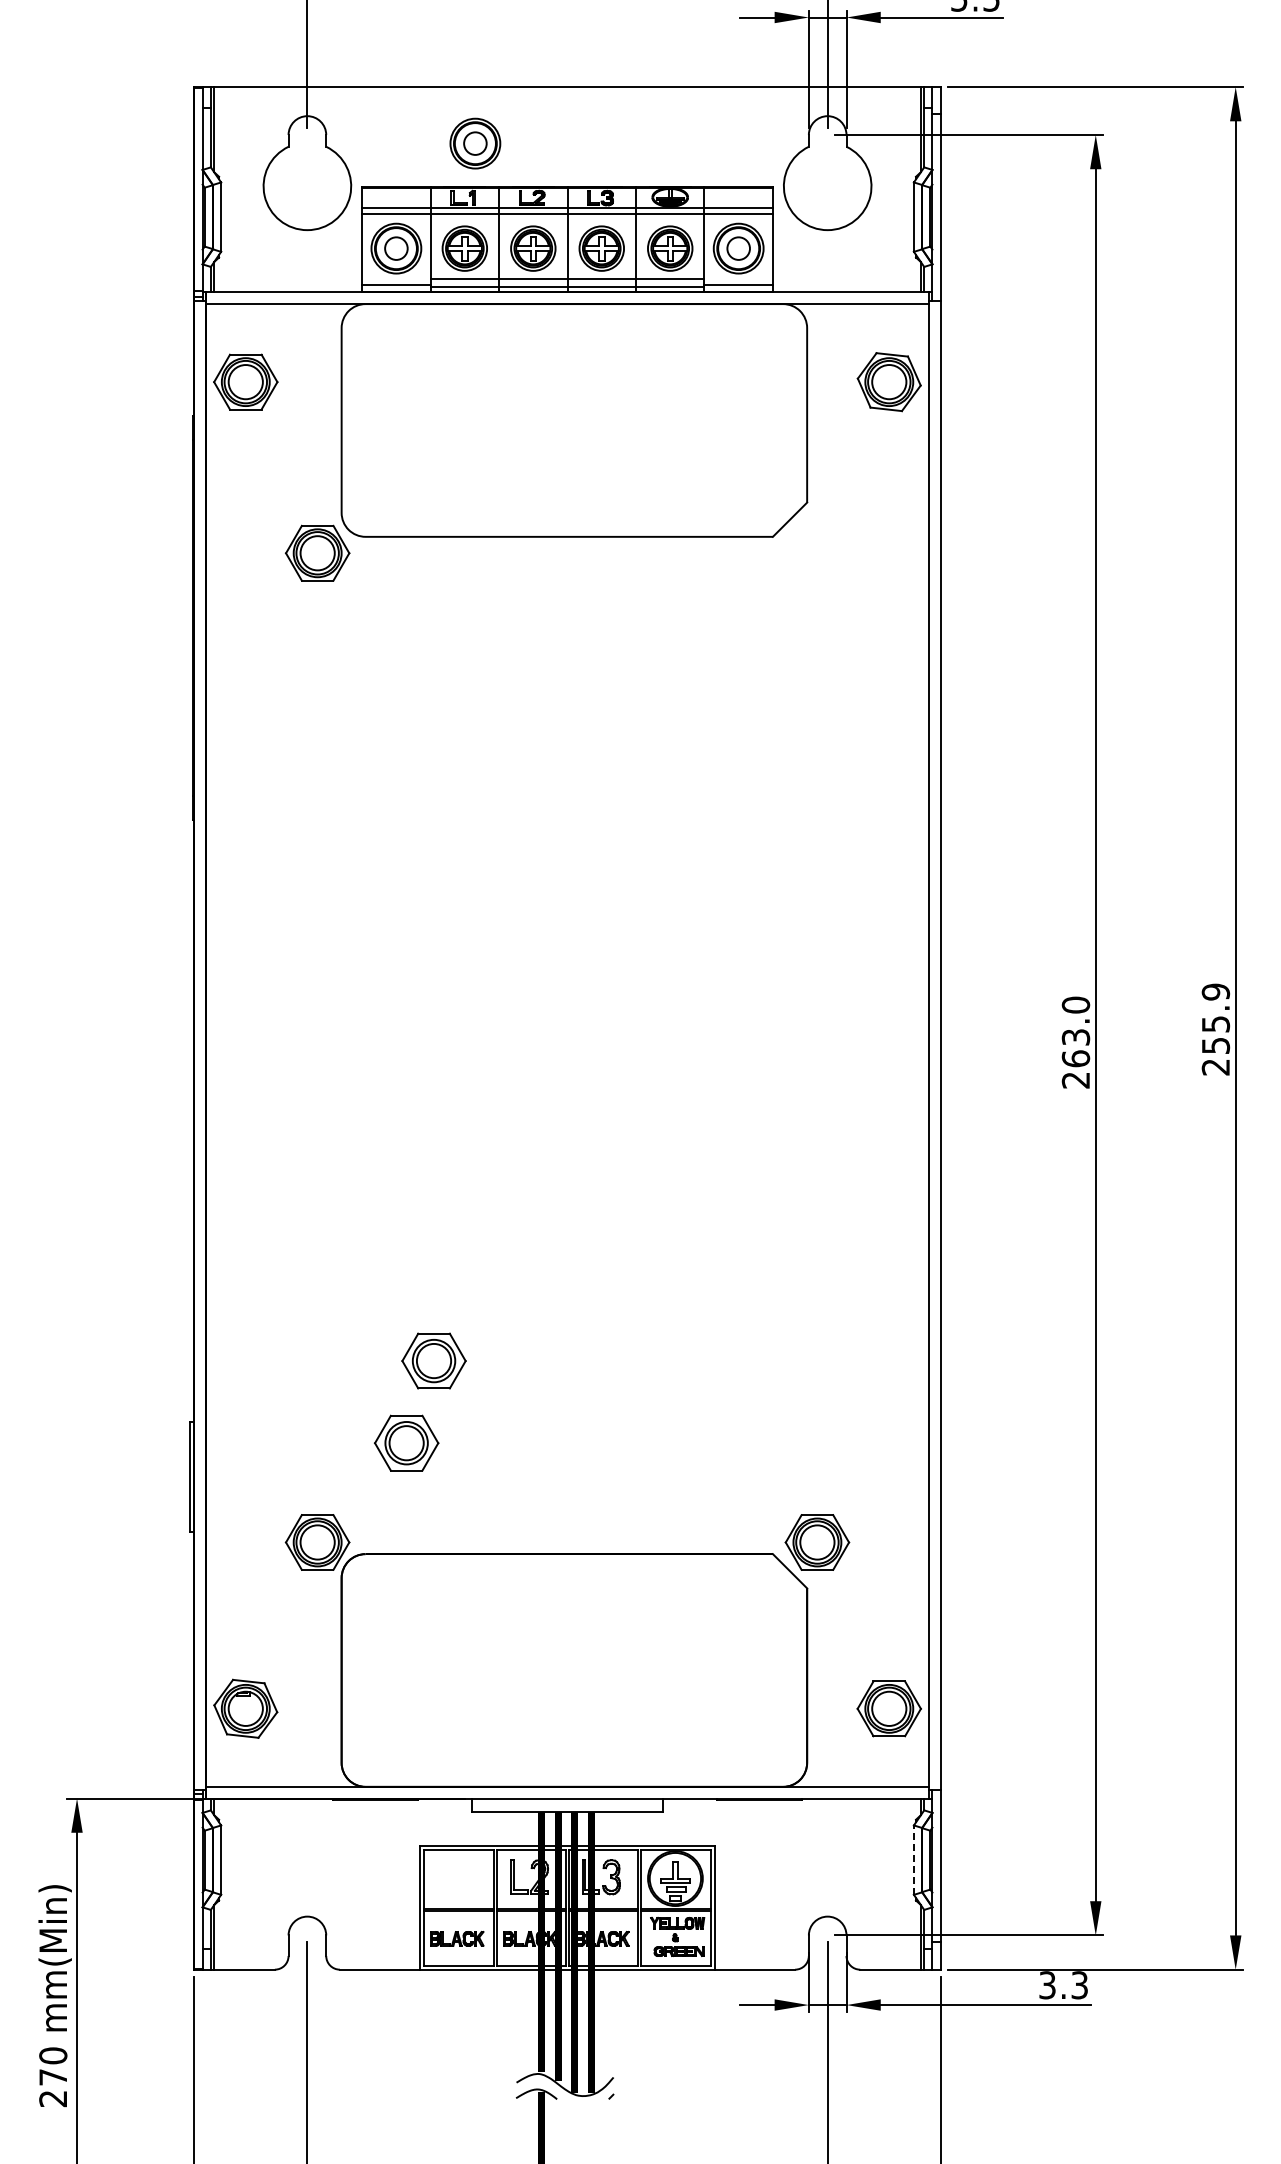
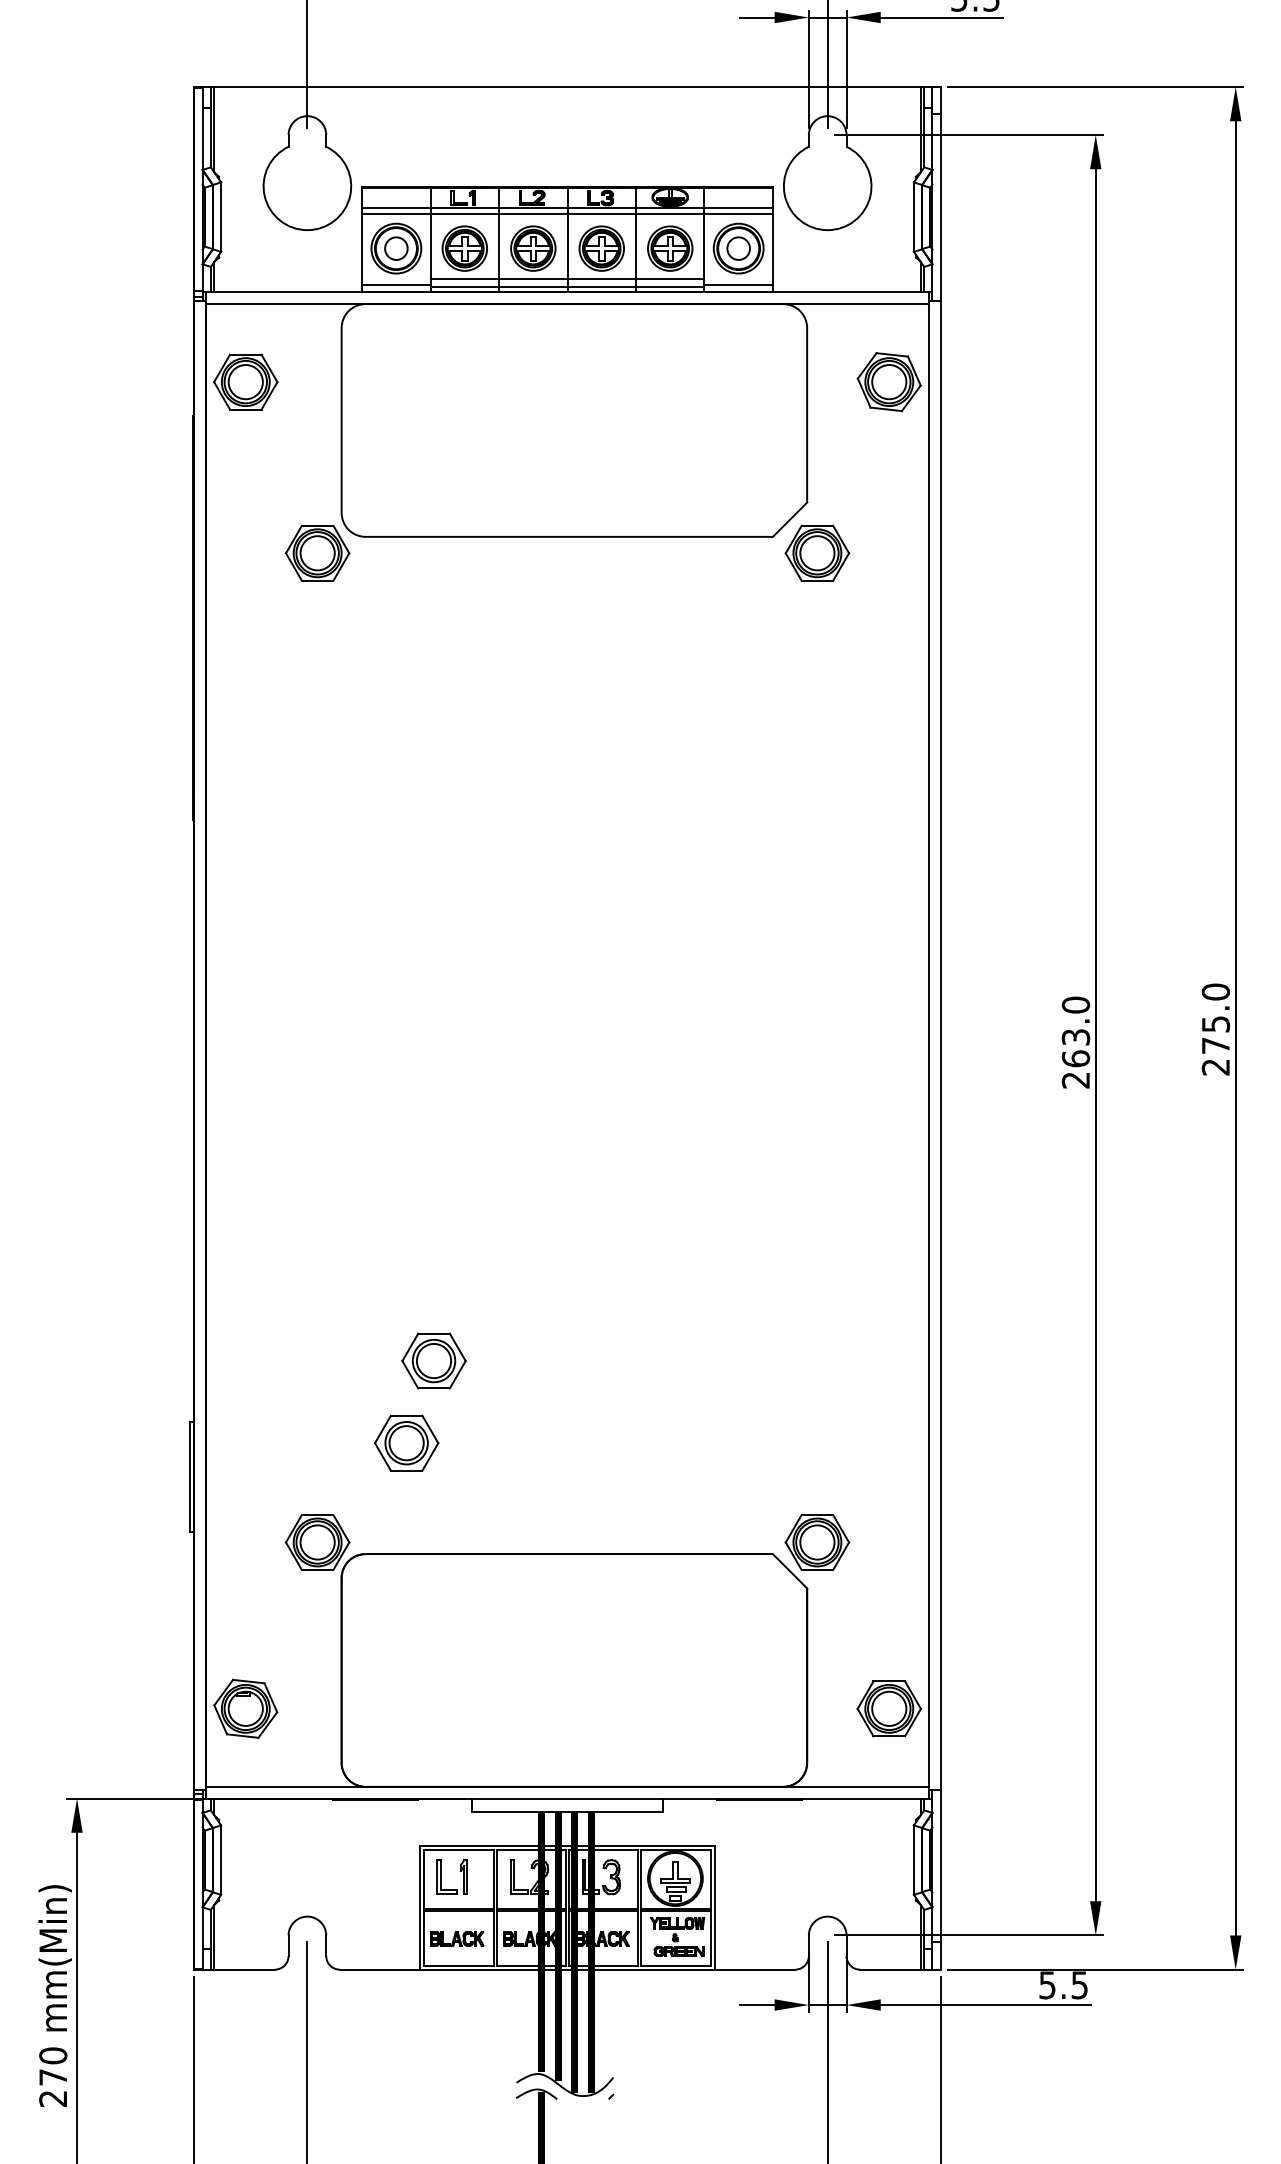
part at (475, 143): present -> none
part at (817, 552): none -> present
text at (1216, 1018): 255.9 -> 275.0
line at (913, 1860): dashed -> solid
part at (441, 1876): none -> present
text at (1063, 1984): 3.3 -> 5.5
